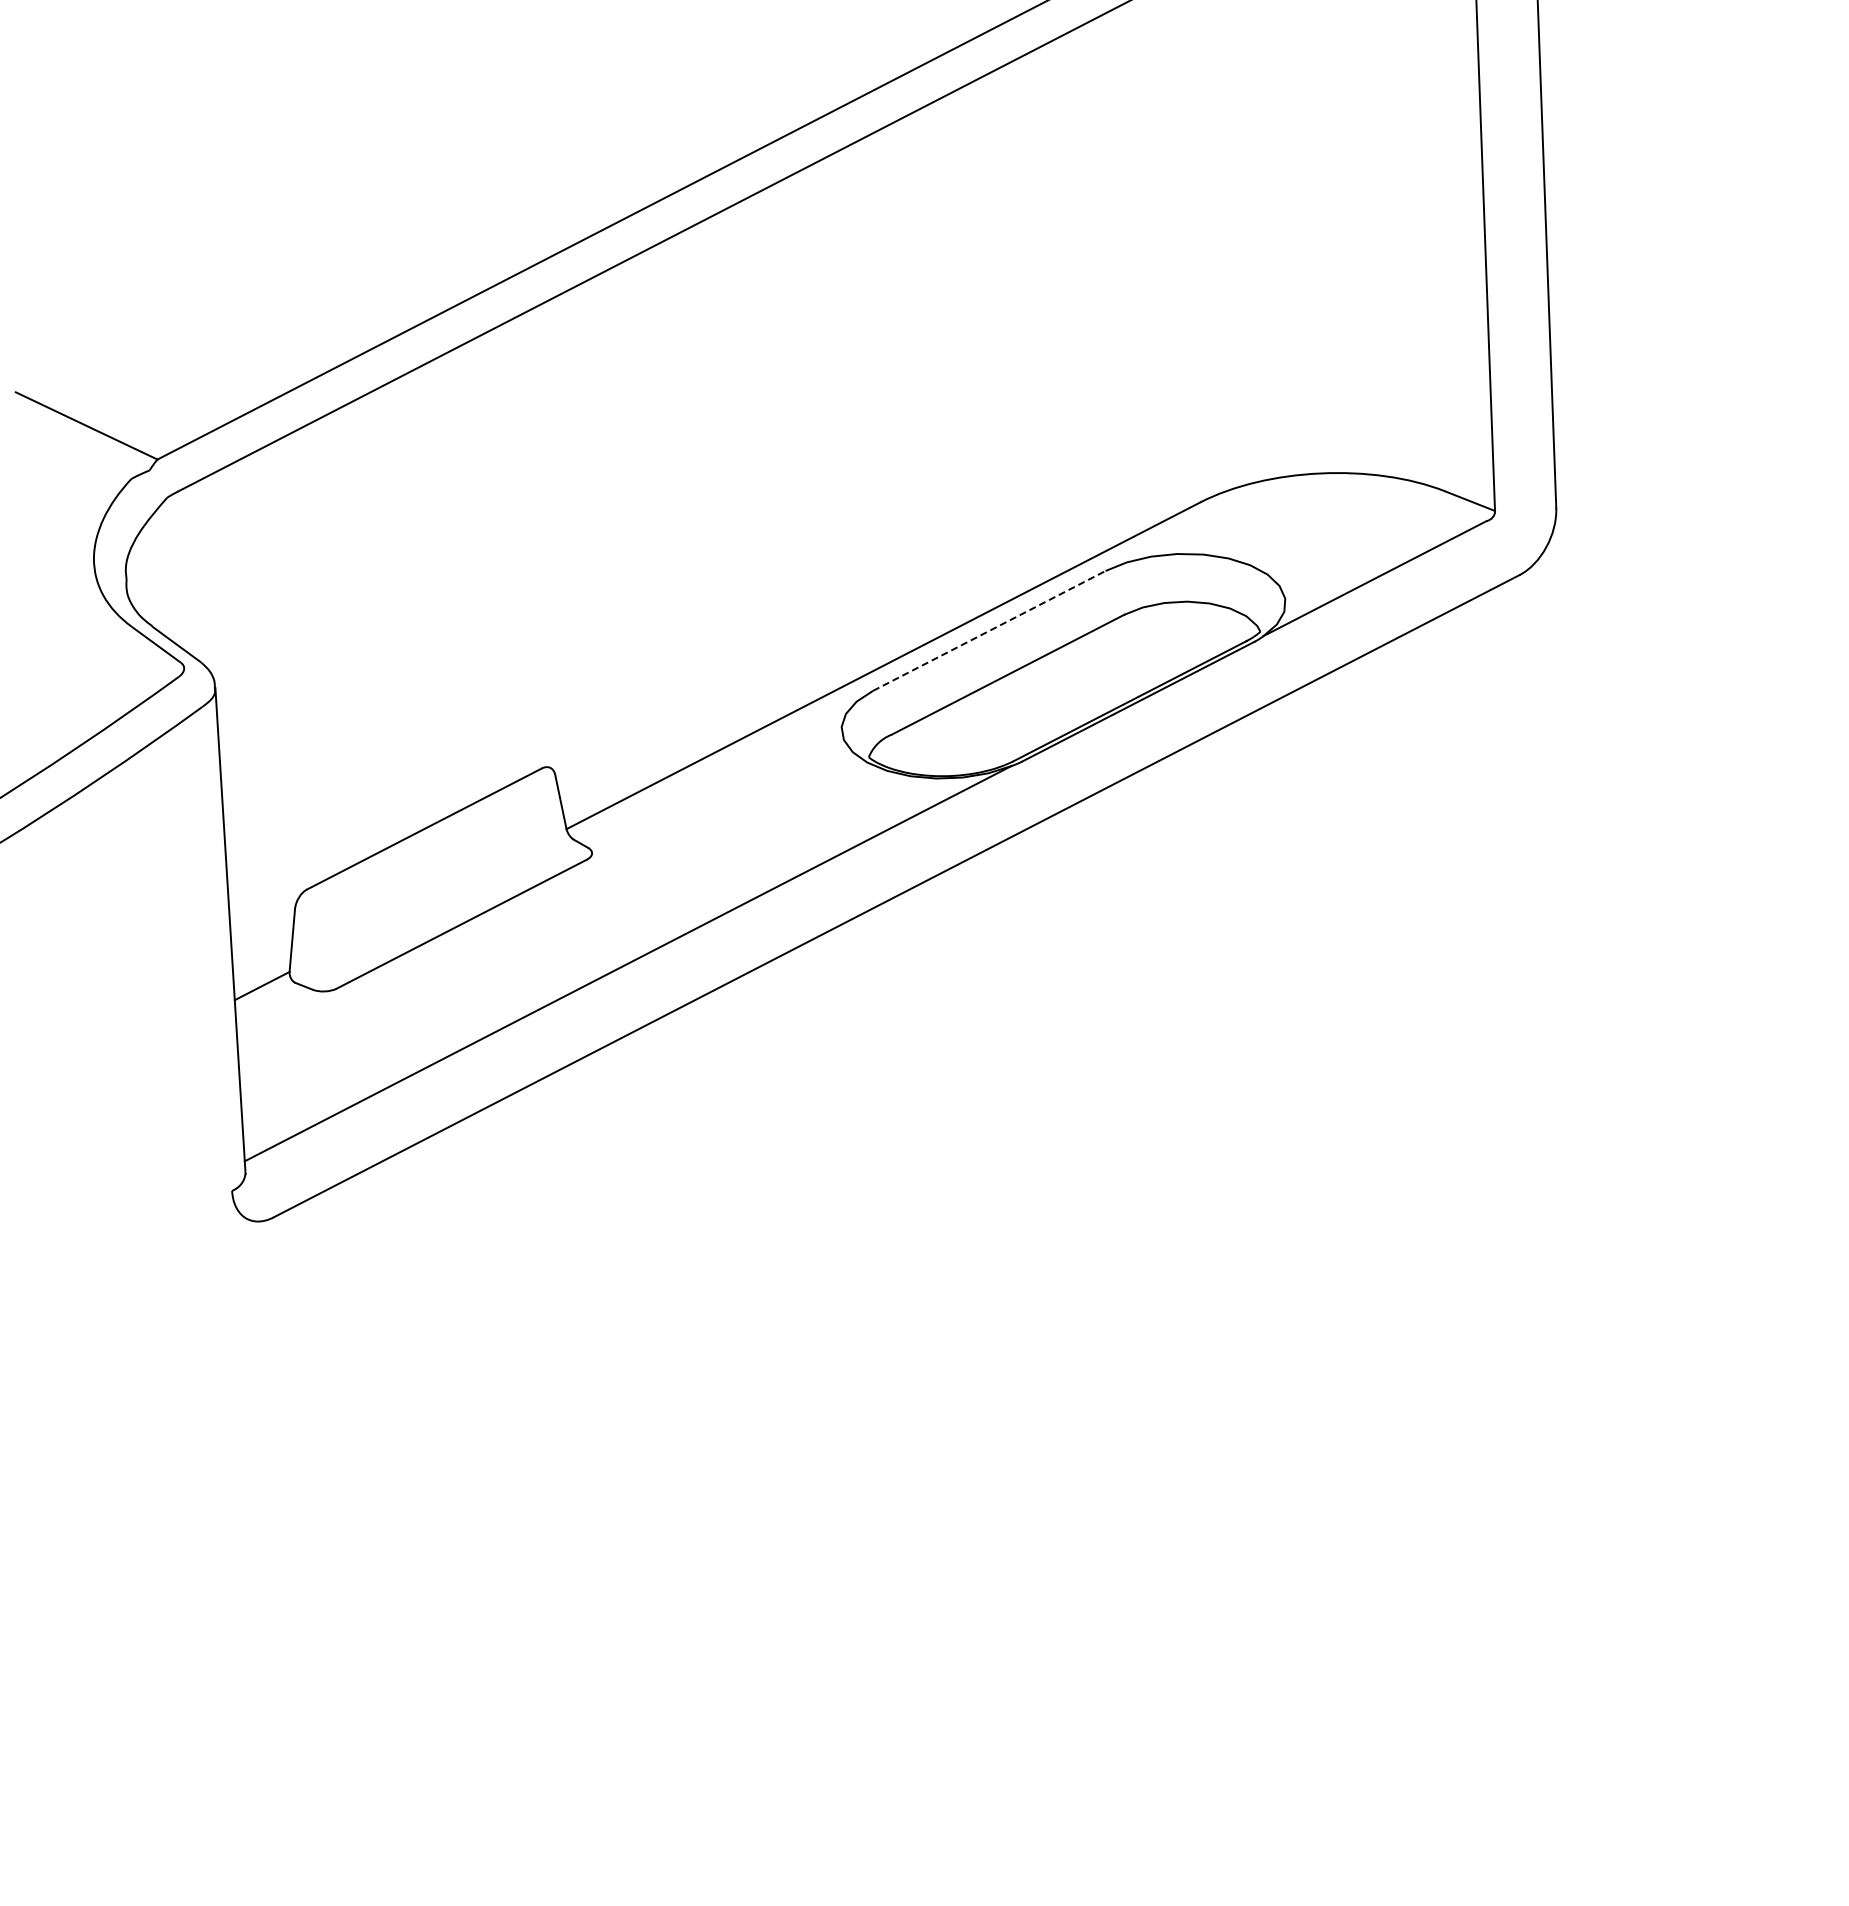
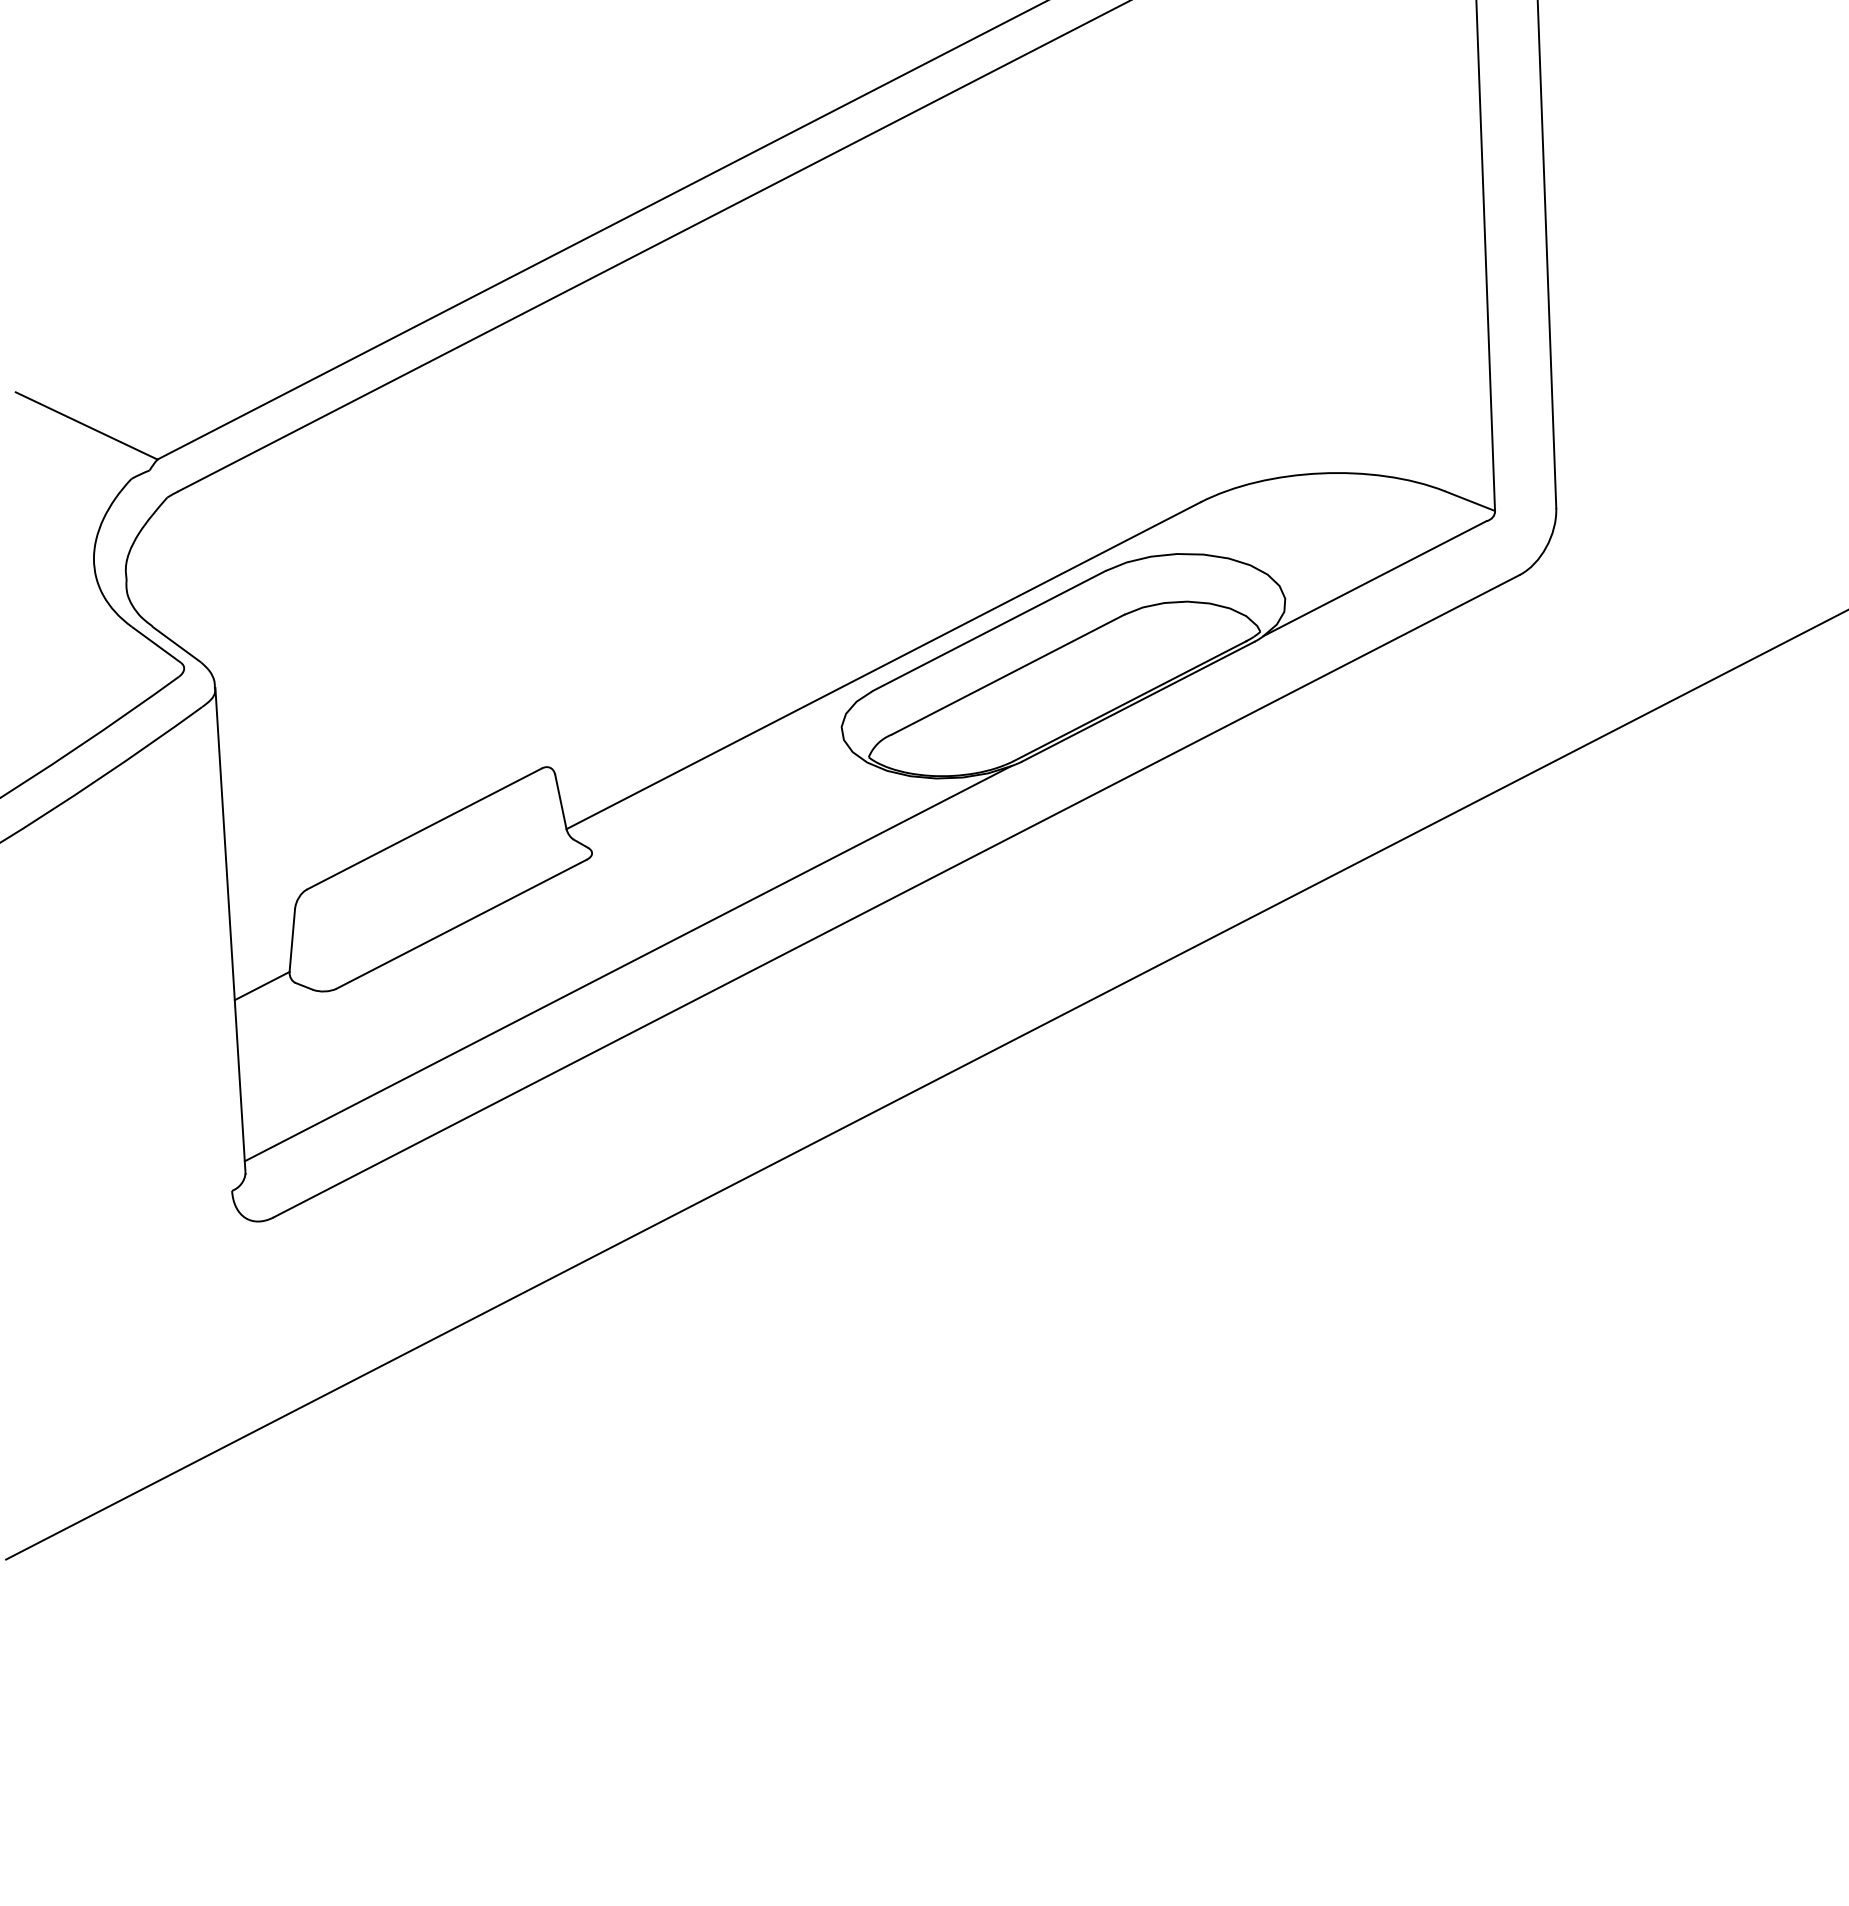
line at (989, 630): dashed -> solid
line at (925, 1085): none -> present
